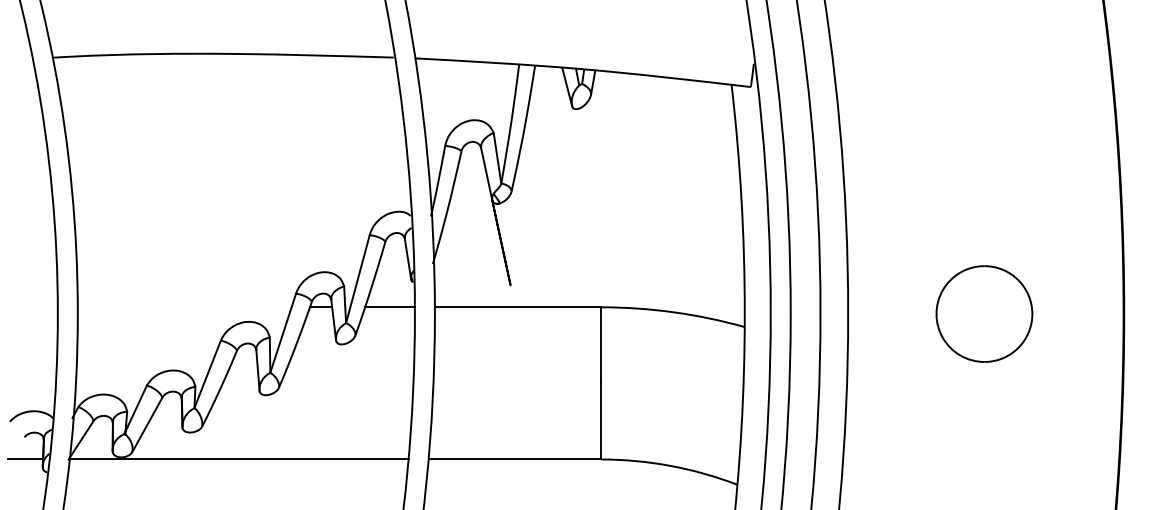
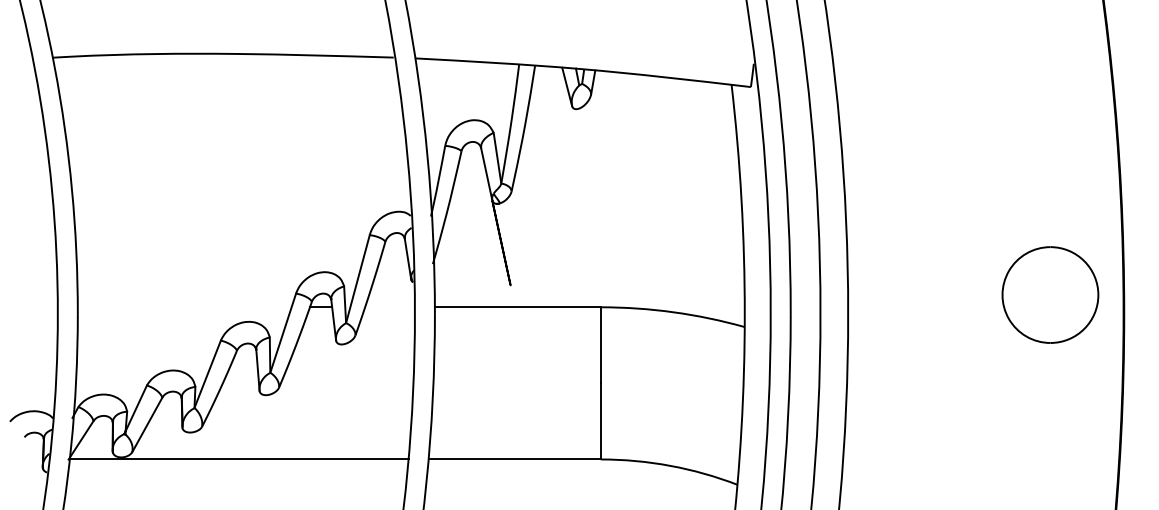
line at (389, 307): present -> none
part at (984, 313) position: (984, 313) -> (1050, 294)
line at (25, 459): present -> none
